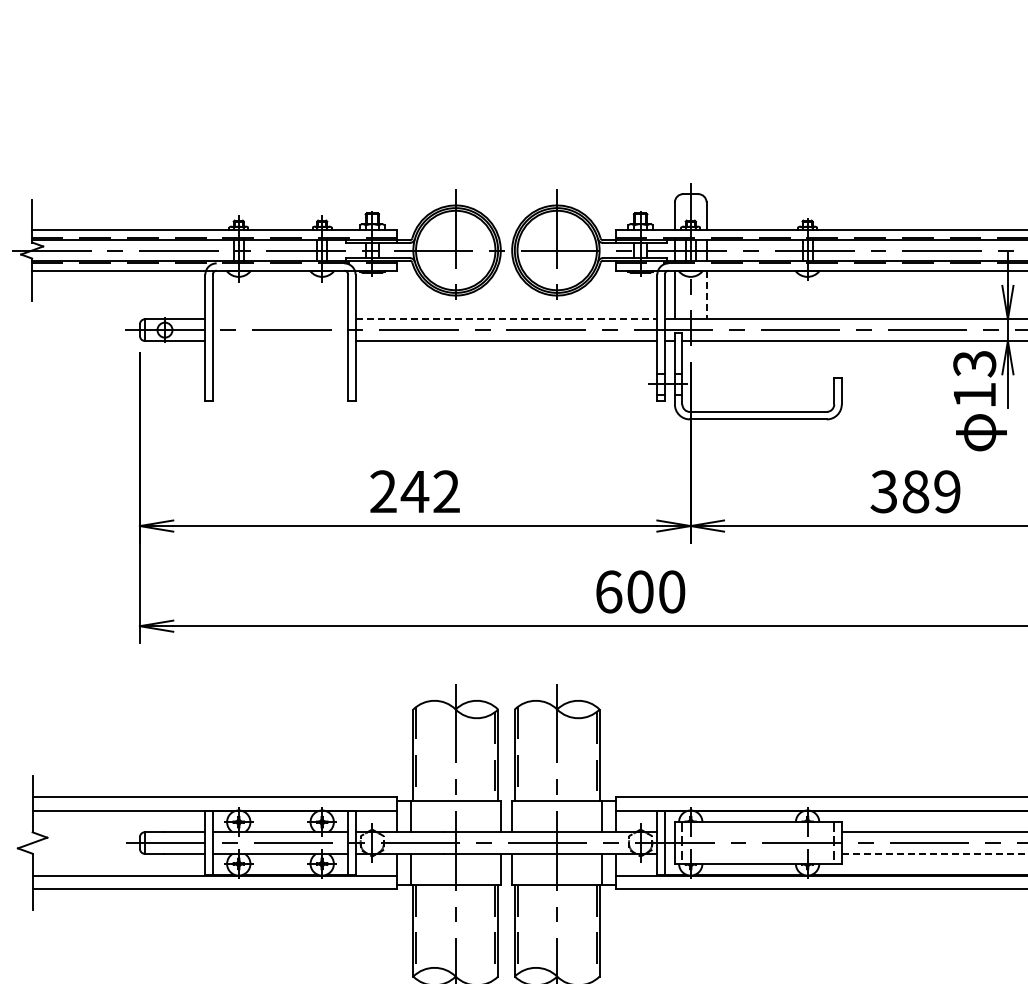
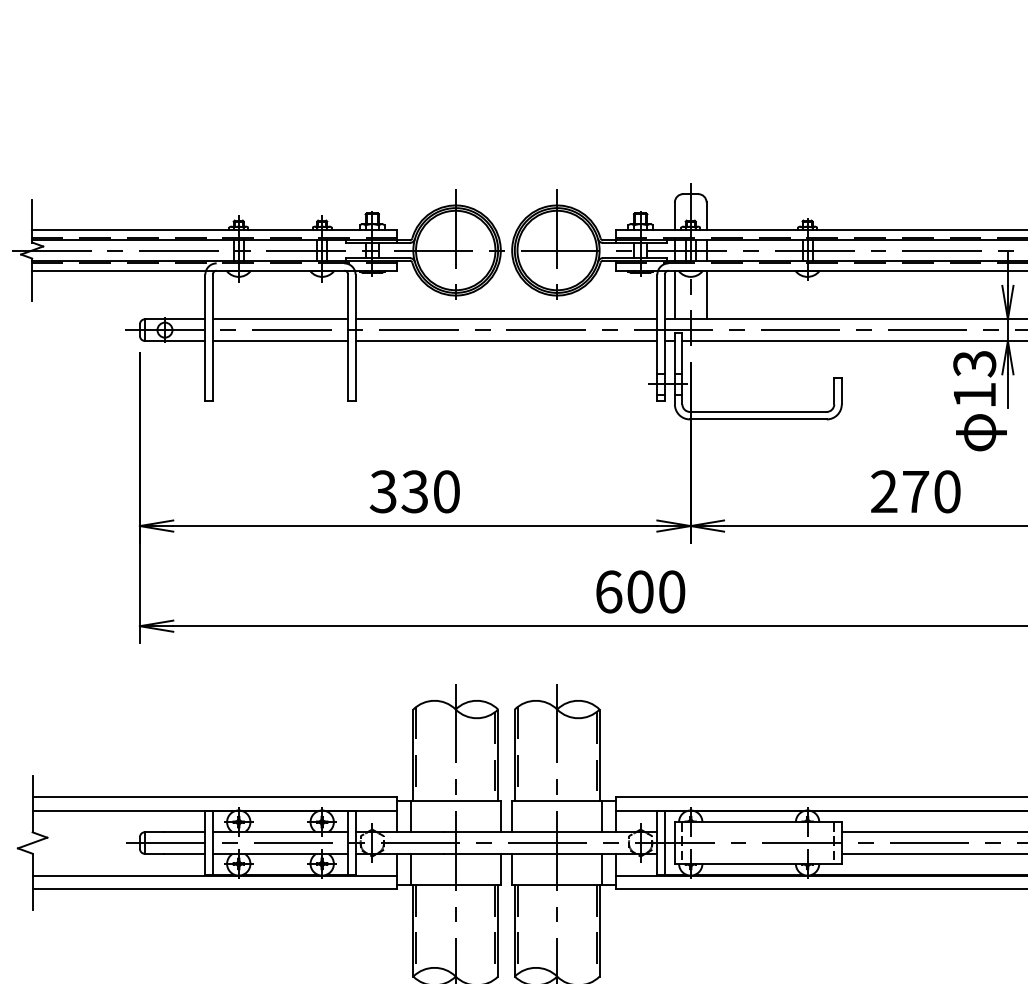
line at (706, 295): dashed -> solid
line at (280, 319): none -> present
line at (506, 319): dashed -> solid
line at (280, 340): none -> present
text at (414, 491): 242 -> 330
text at (915, 491): 389 -> 270
line at (934, 853): dashed -> solid
